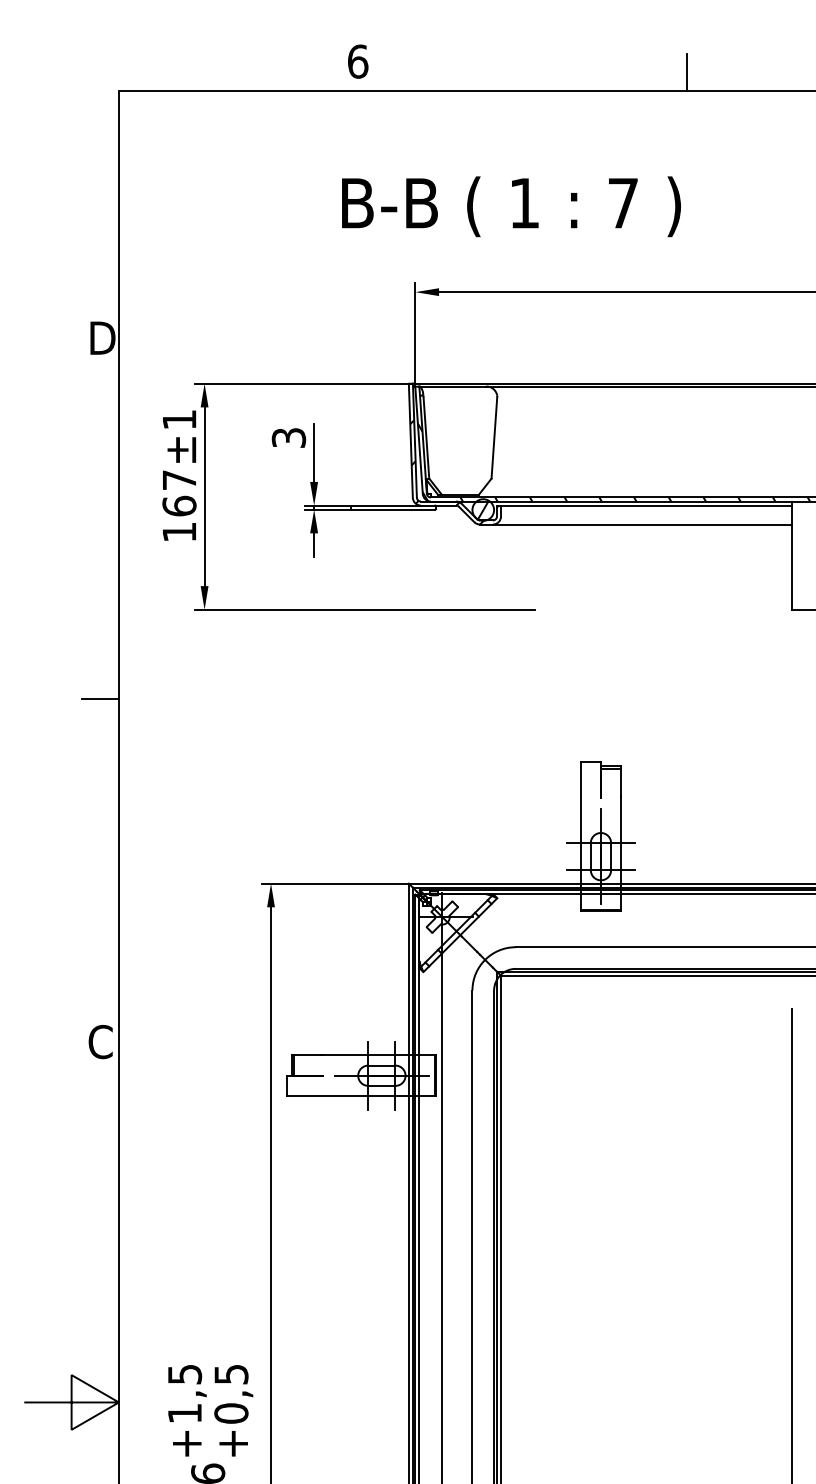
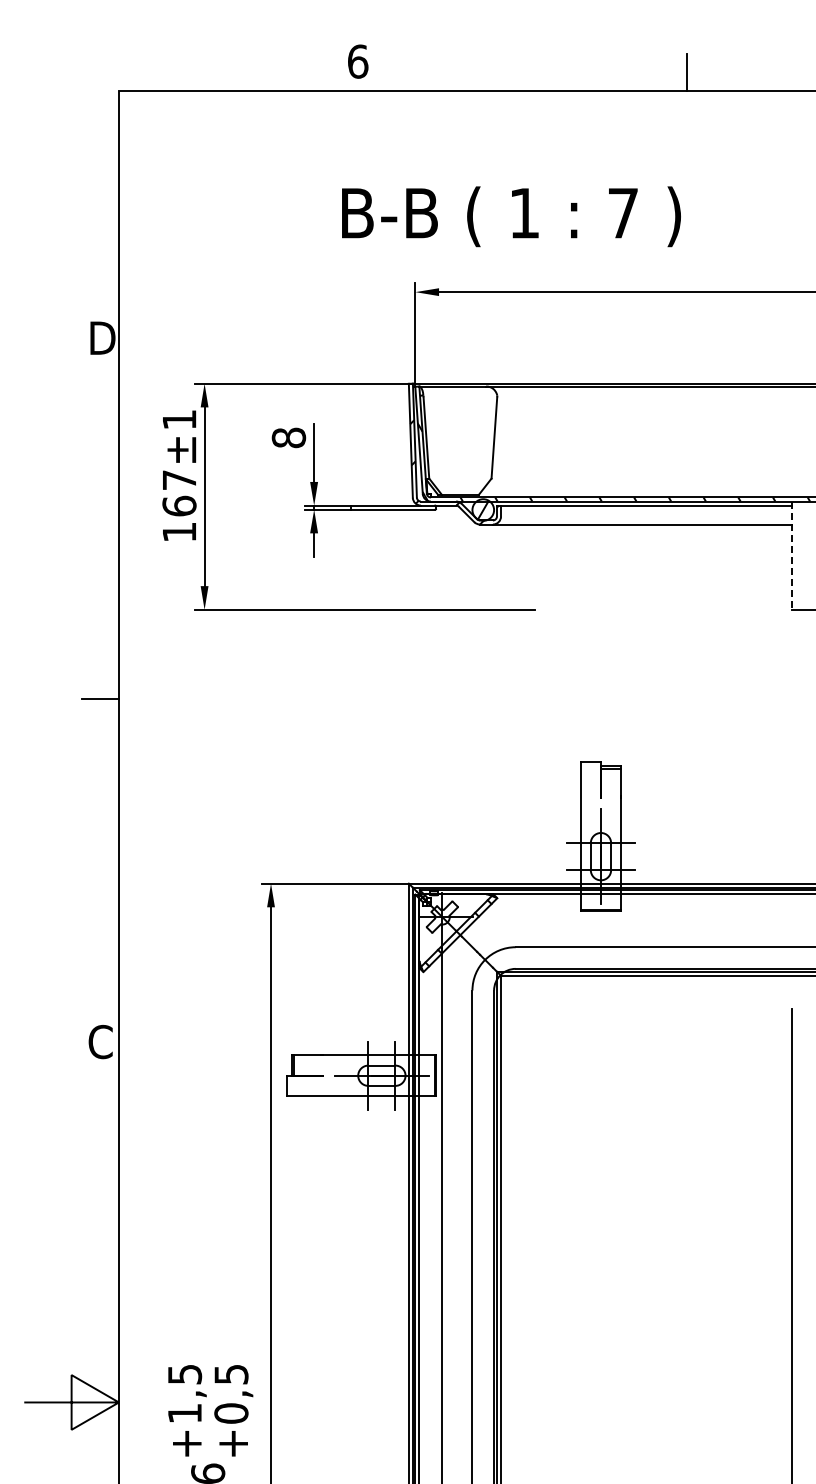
text at (511, 206) position: (511, 206) -> (511, 216)
text at (288, 437): 3 -> 8
line at (791, 556): solid -> dashed
